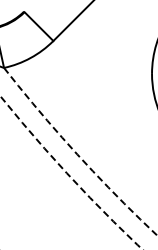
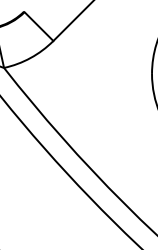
arc at (77, 155): dashed -> solid
arc at (68, 175): dashed -> solid
